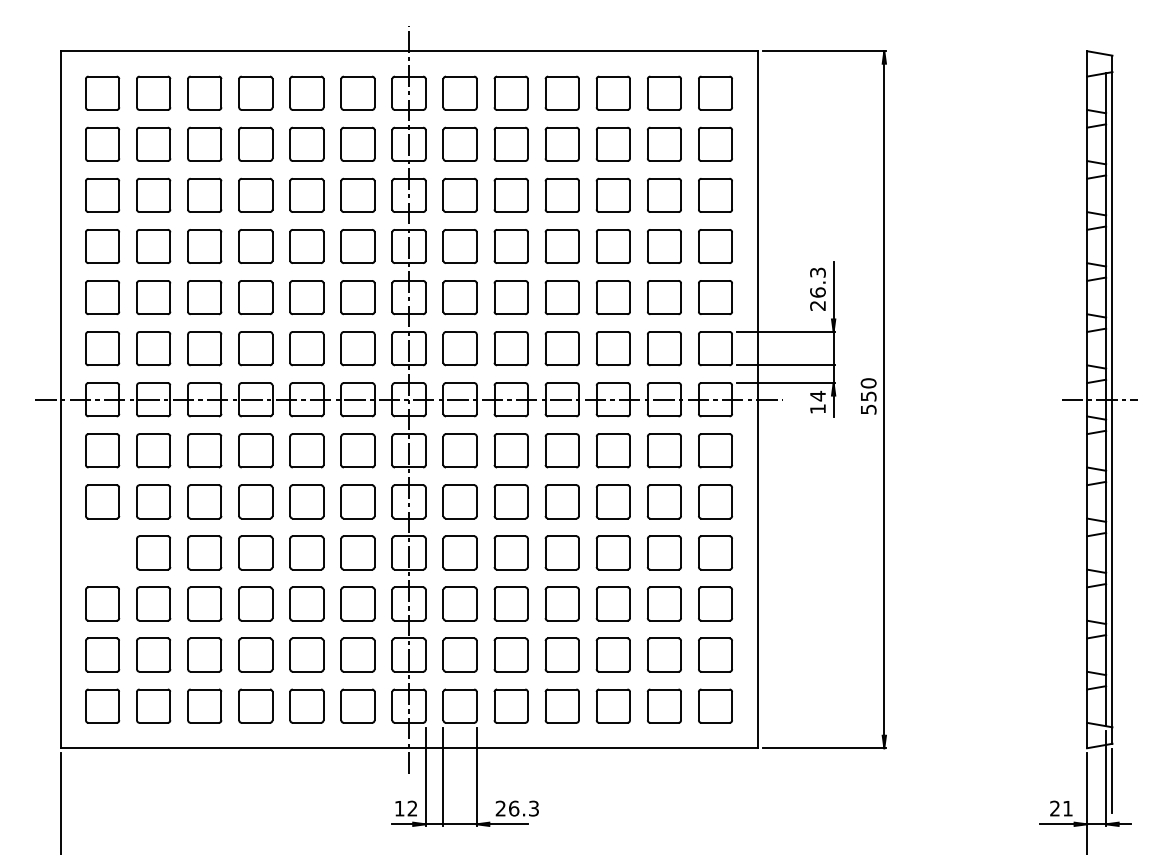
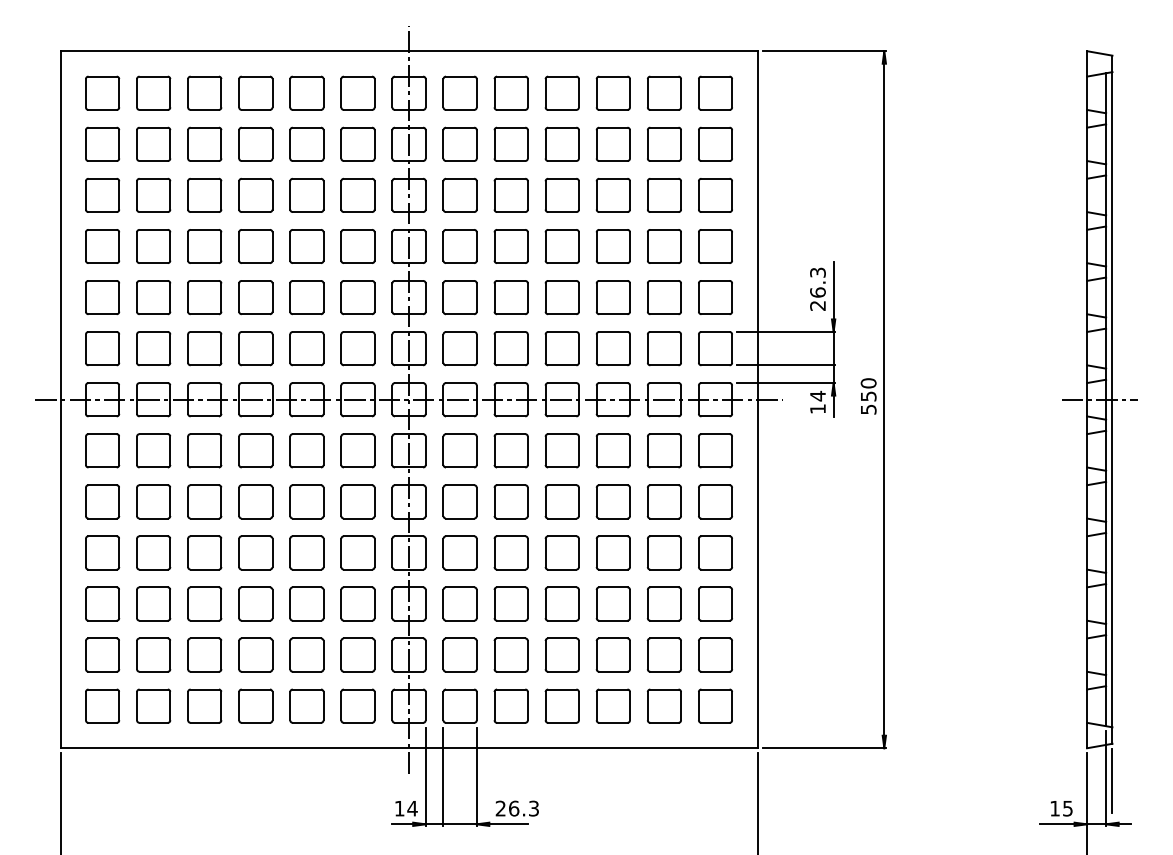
part at (102, 552): none -> present
line at (757, 802): none -> present
text at (412, 808): 12 -> 14
text at (1061, 808): 21 -> 15
